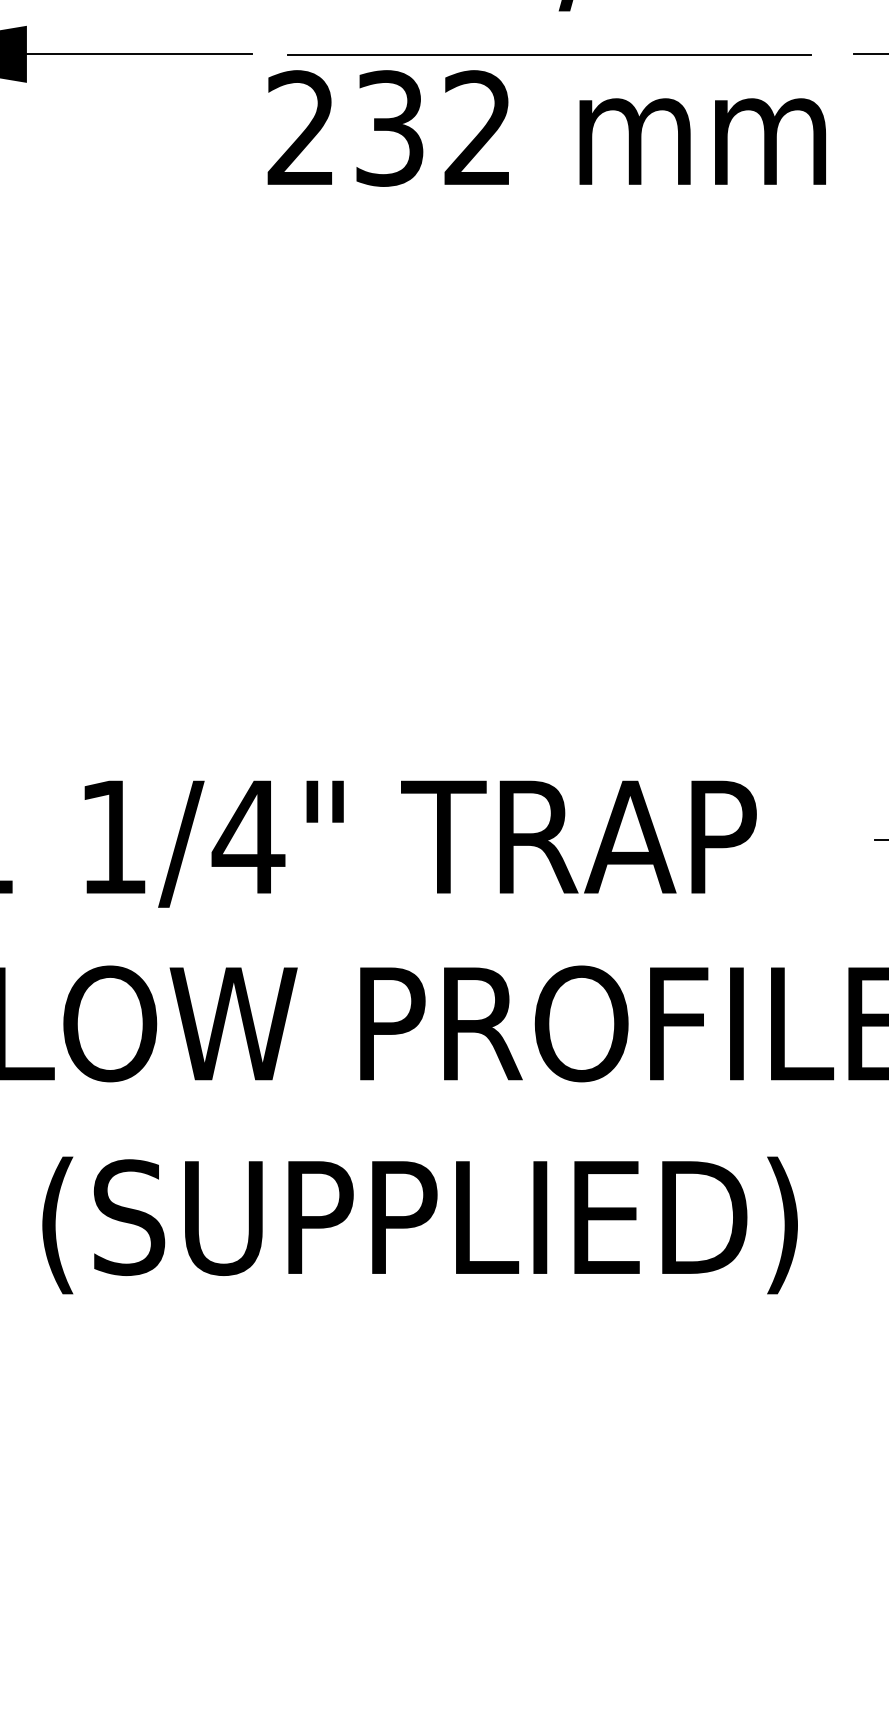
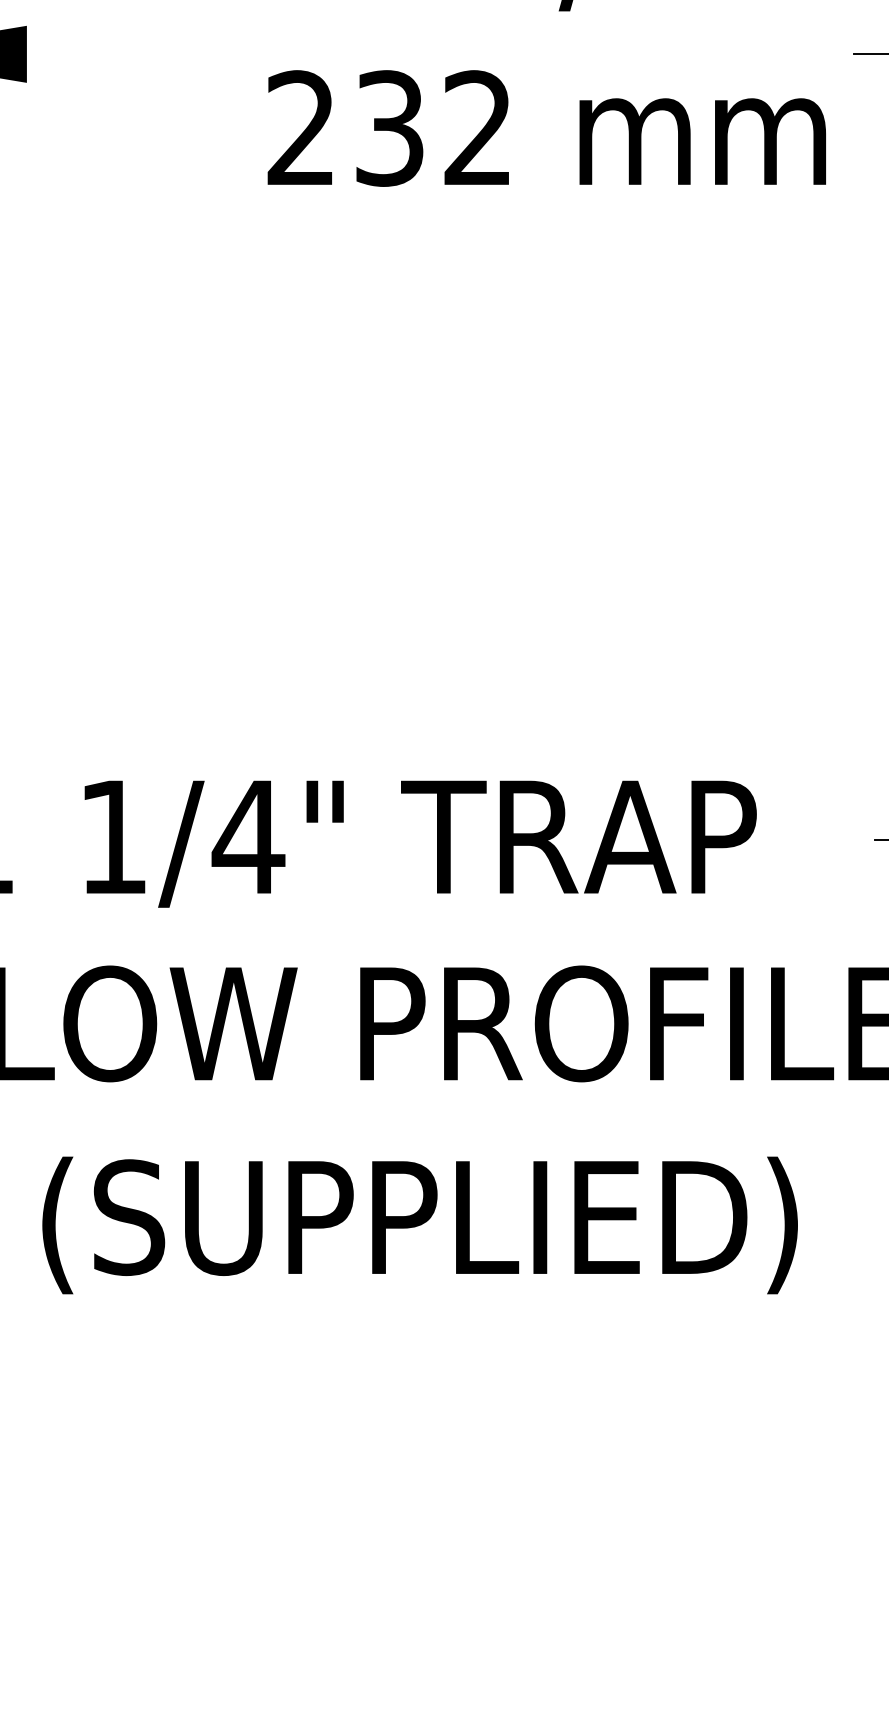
line at (138, 54): present -> none
line at (549, 54): present -> none
